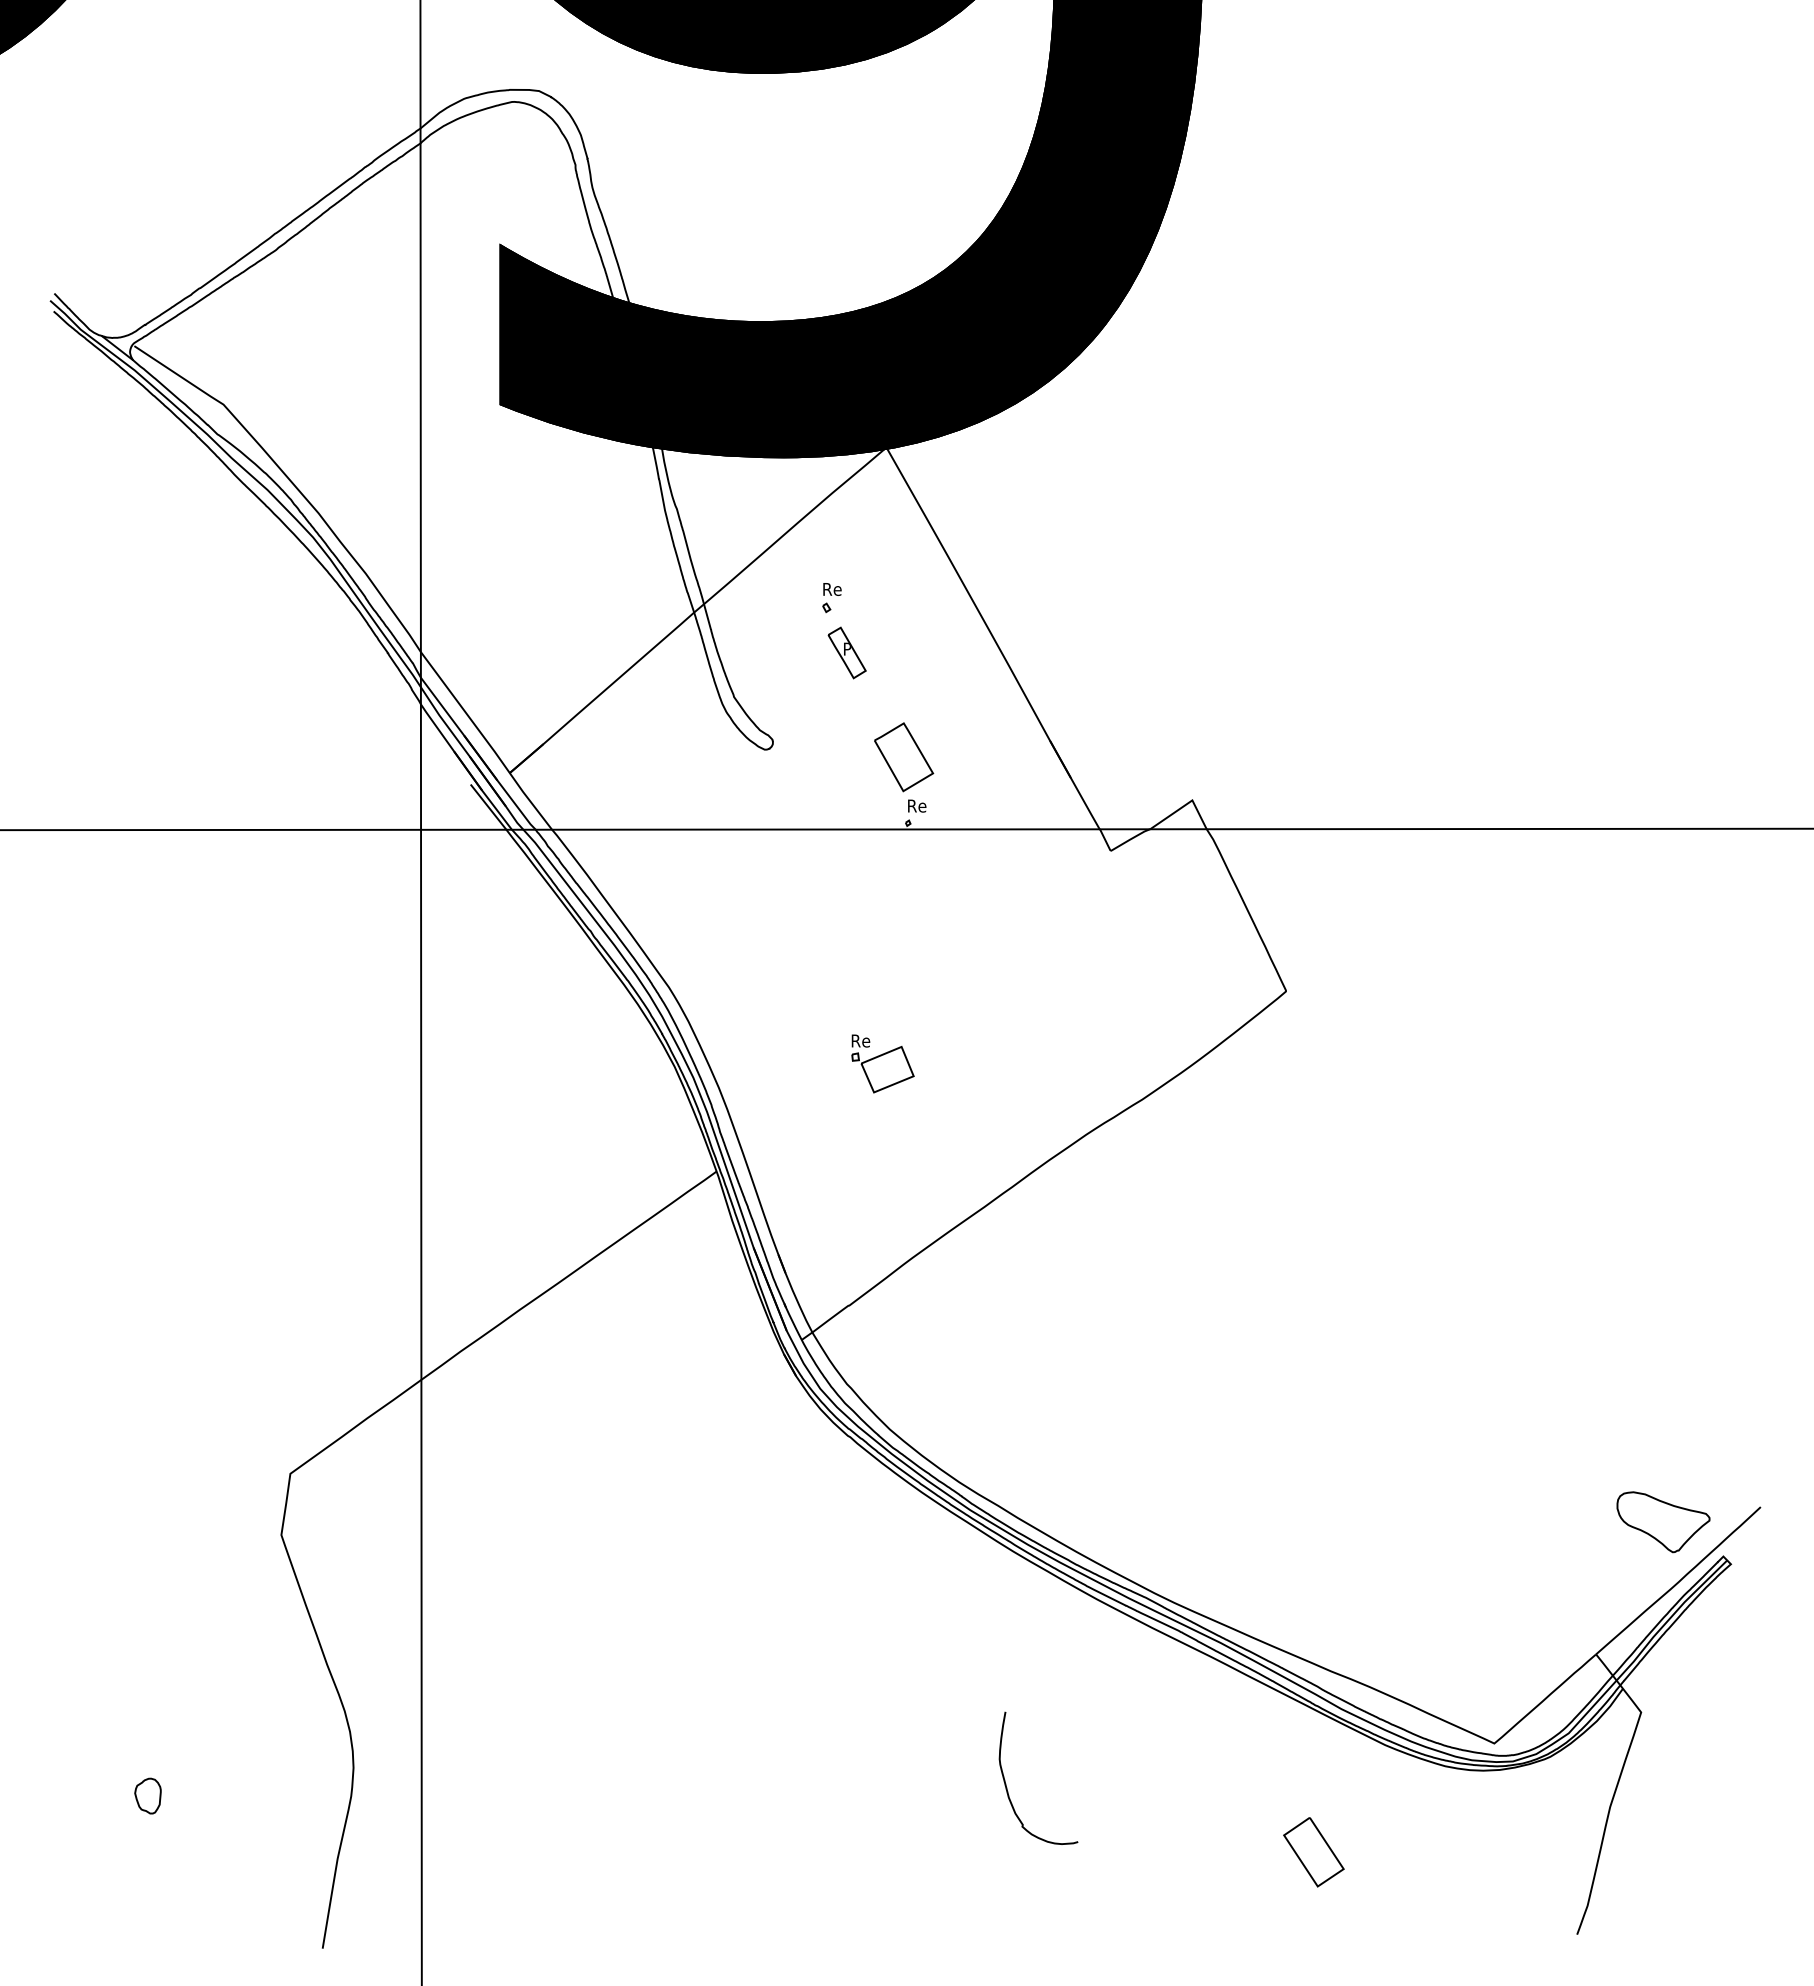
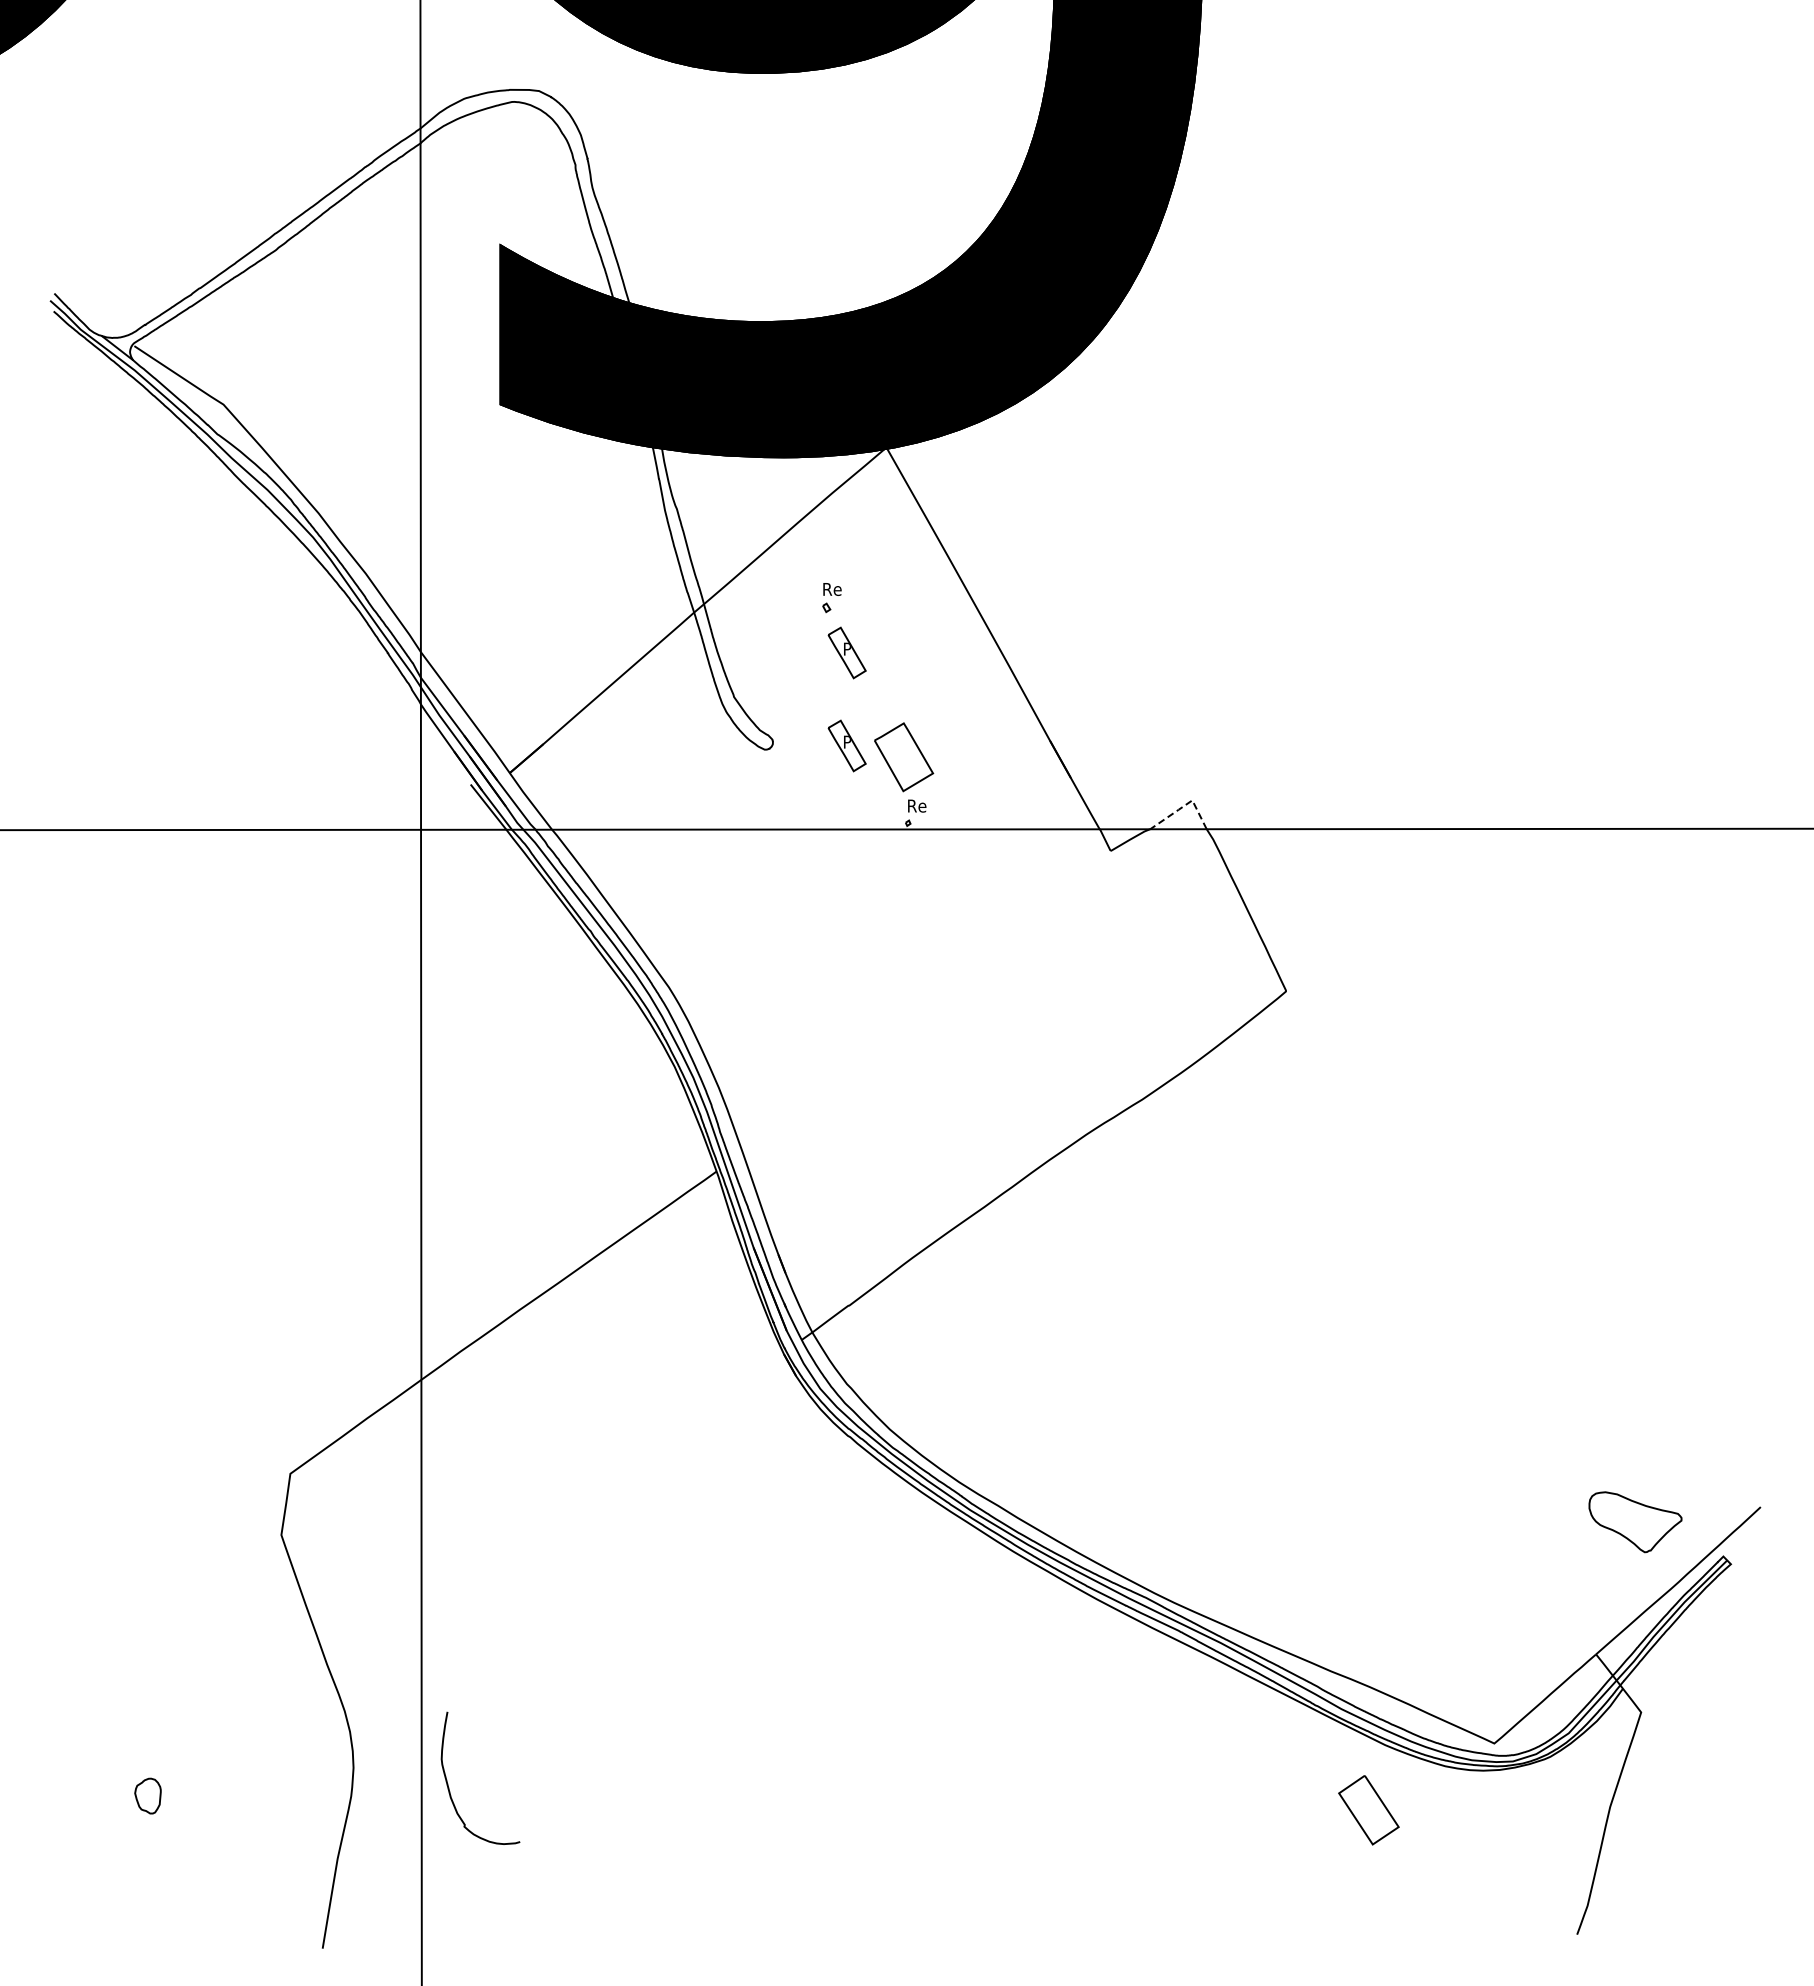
part at (846, 745): none -> present
line at (1184, 805): solid -> dashed
part at (882, 1063): present -> none
part at (1663, 1522) position: (1663, 1522) -> (1635, 1522)
curve at (1006, 1783) position: (1006, 1783) -> (448, 1783)
part at (1313, 1852) position: (1313, 1852) -> (1368, 1810)
